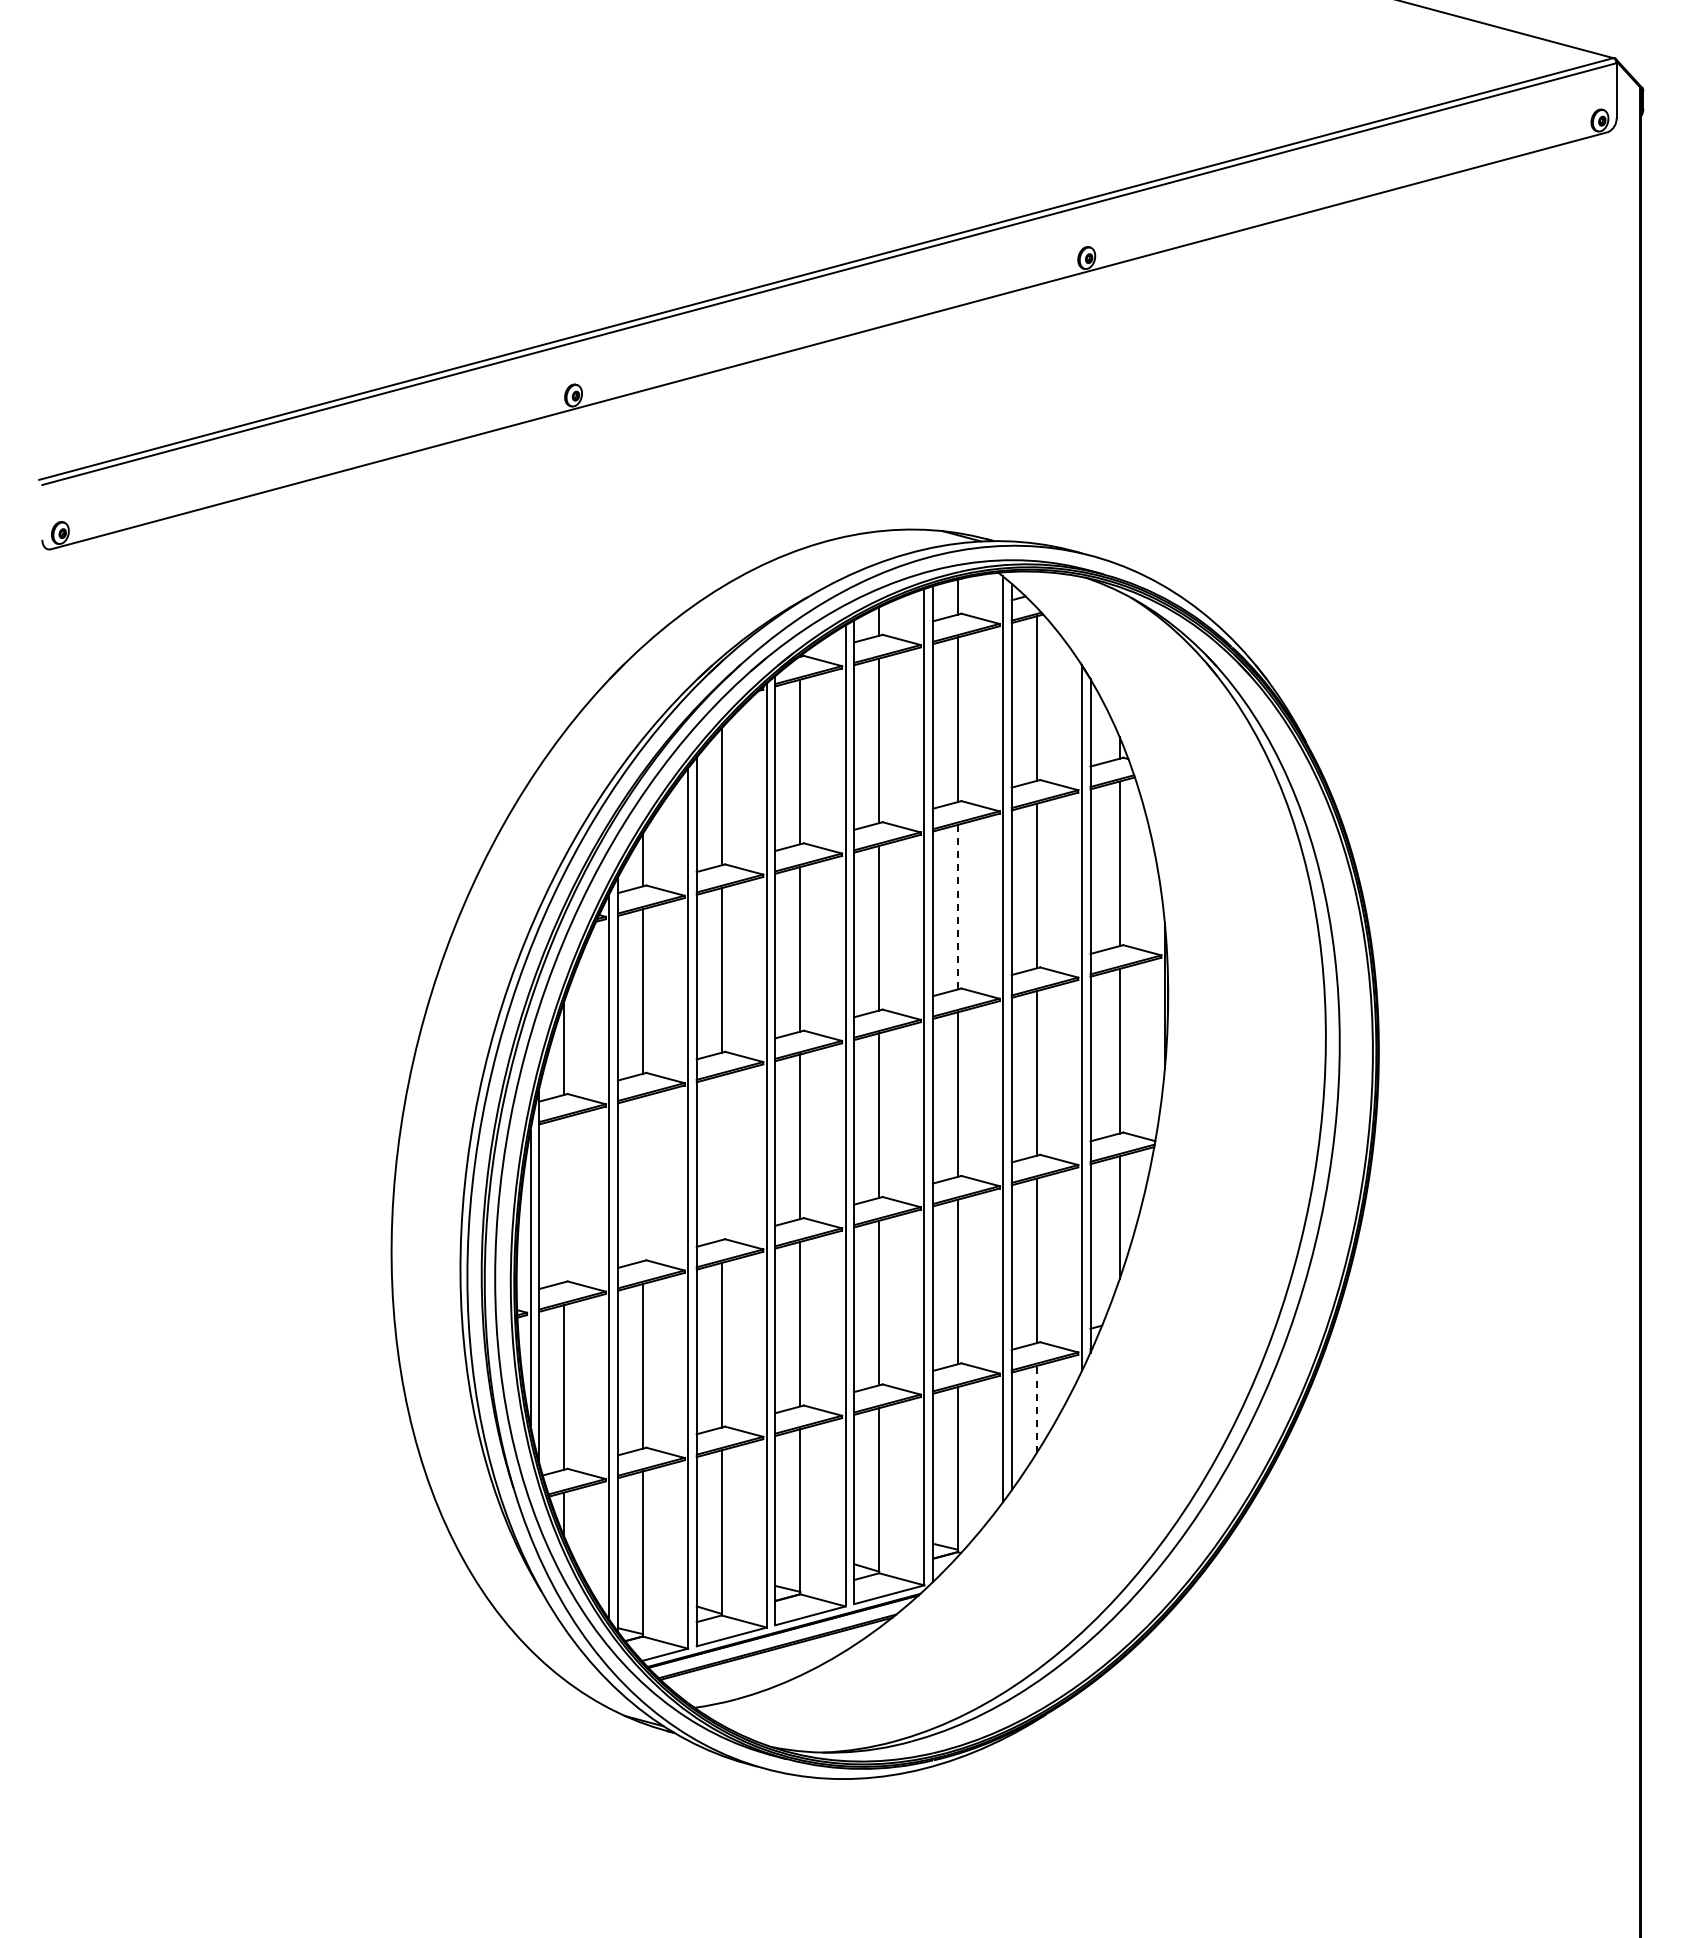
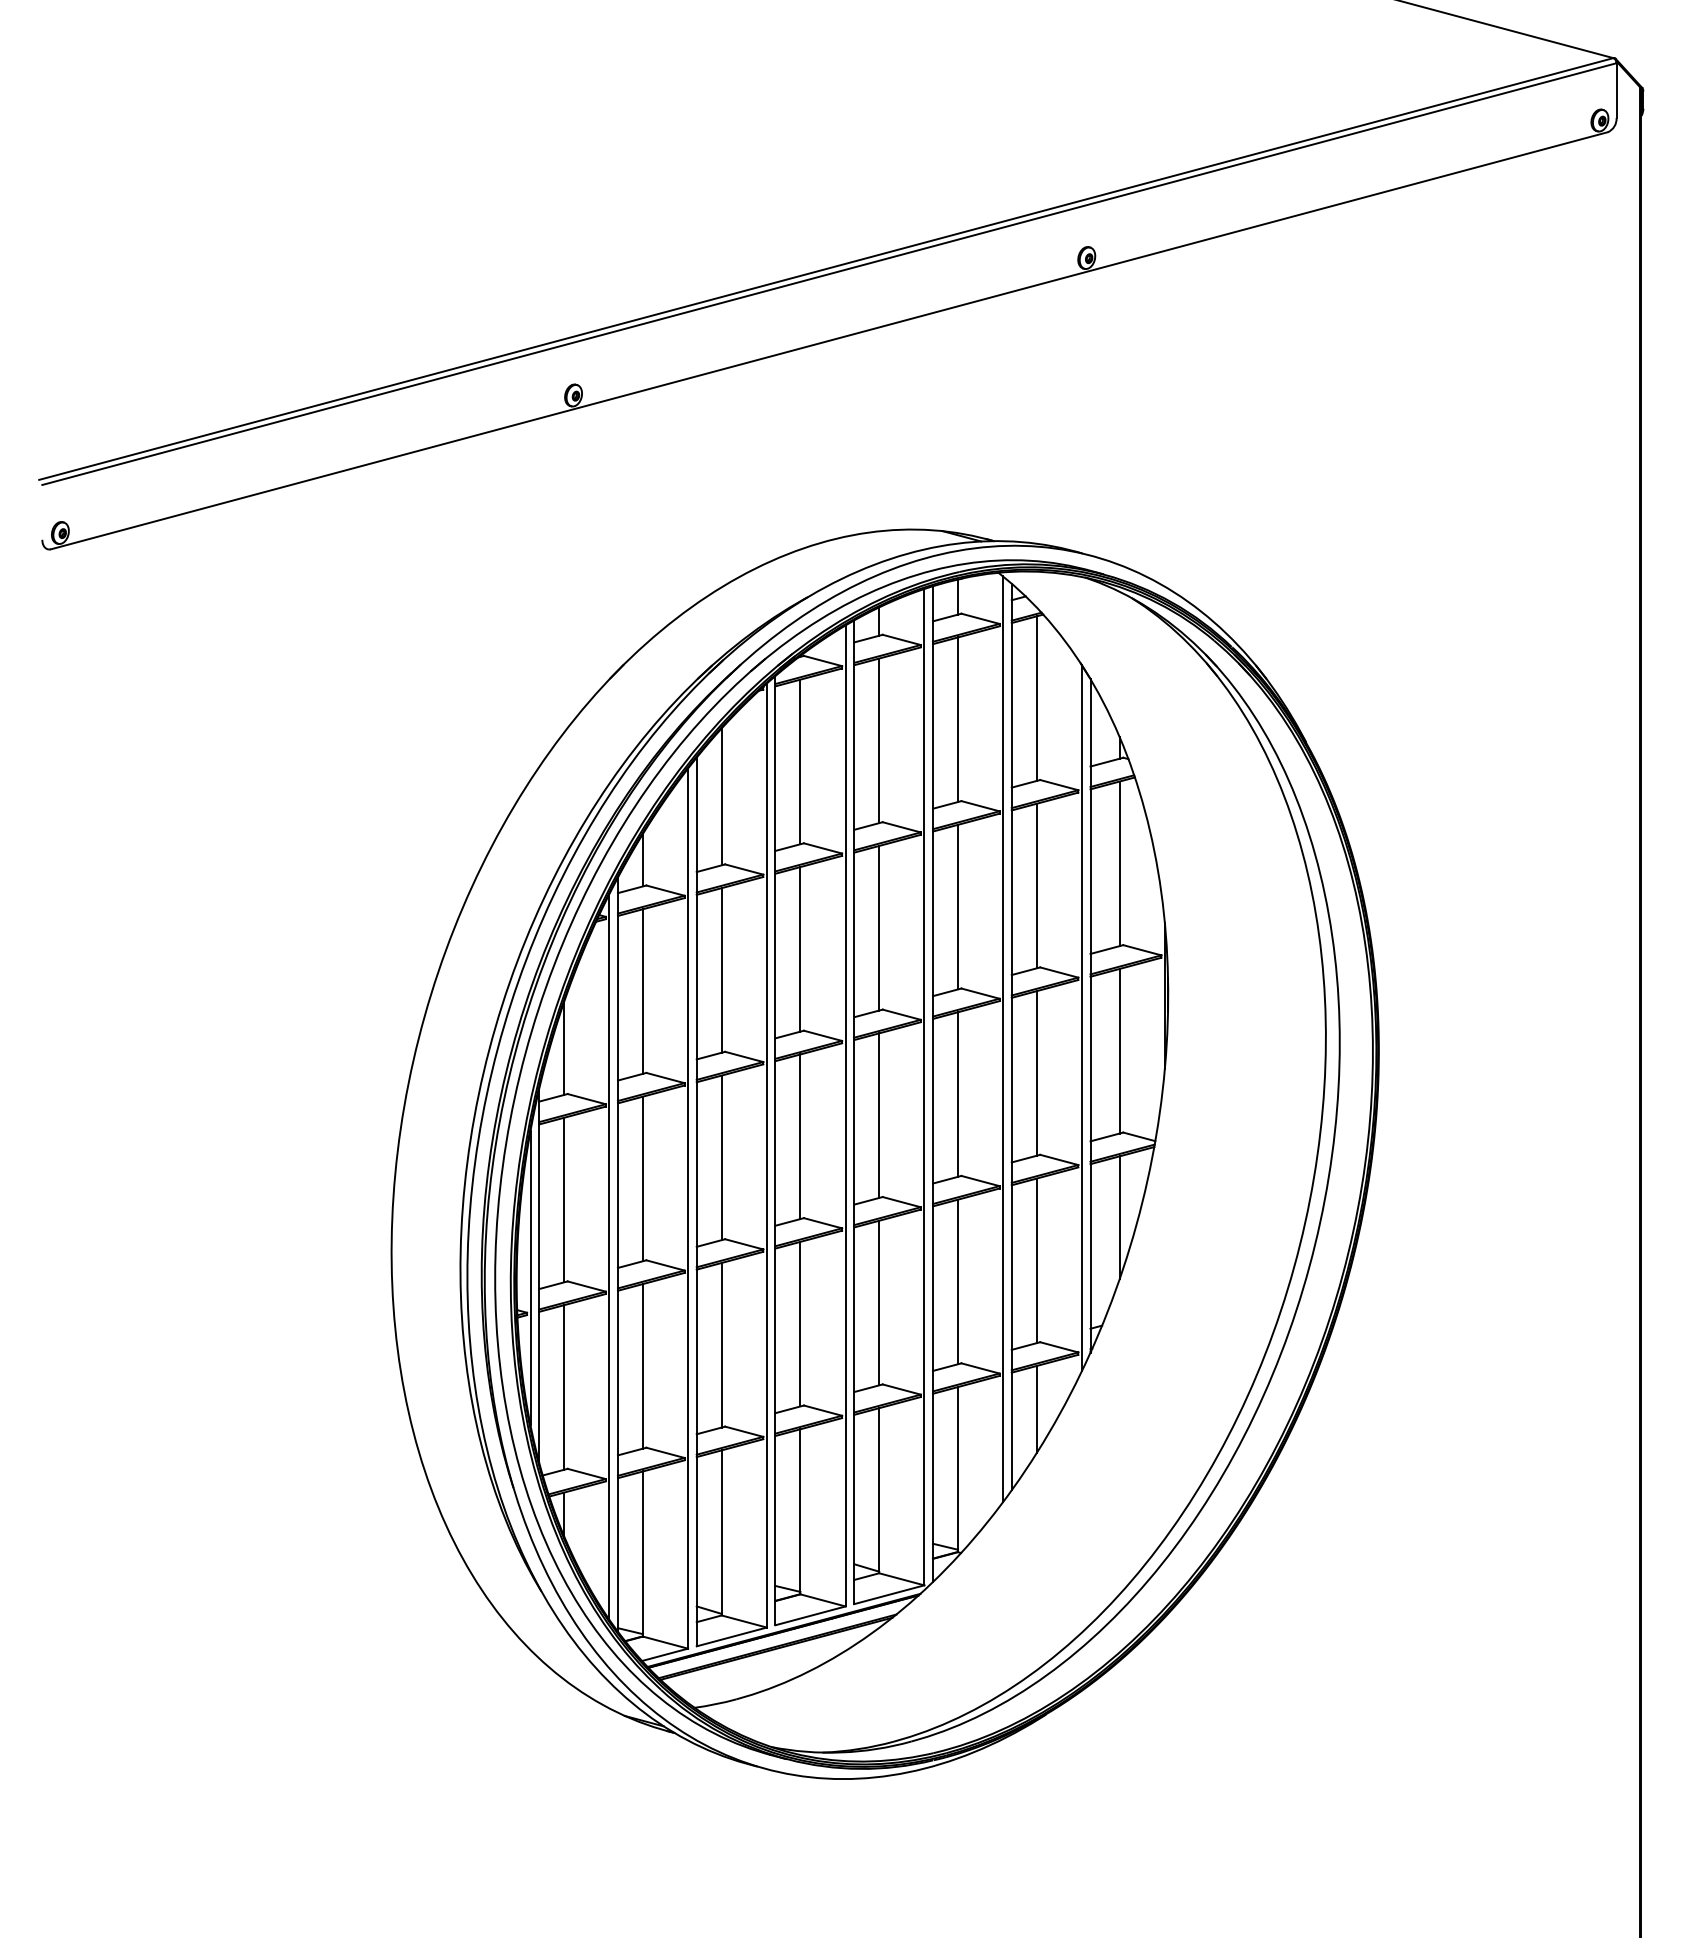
line at (957, 906): dashed -> solid
line at (721, 1157): none -> present
line at (642, 1178): none -> present
line at (564, 1199): none -> present
line at (1036, 1409): dashed -> solid
